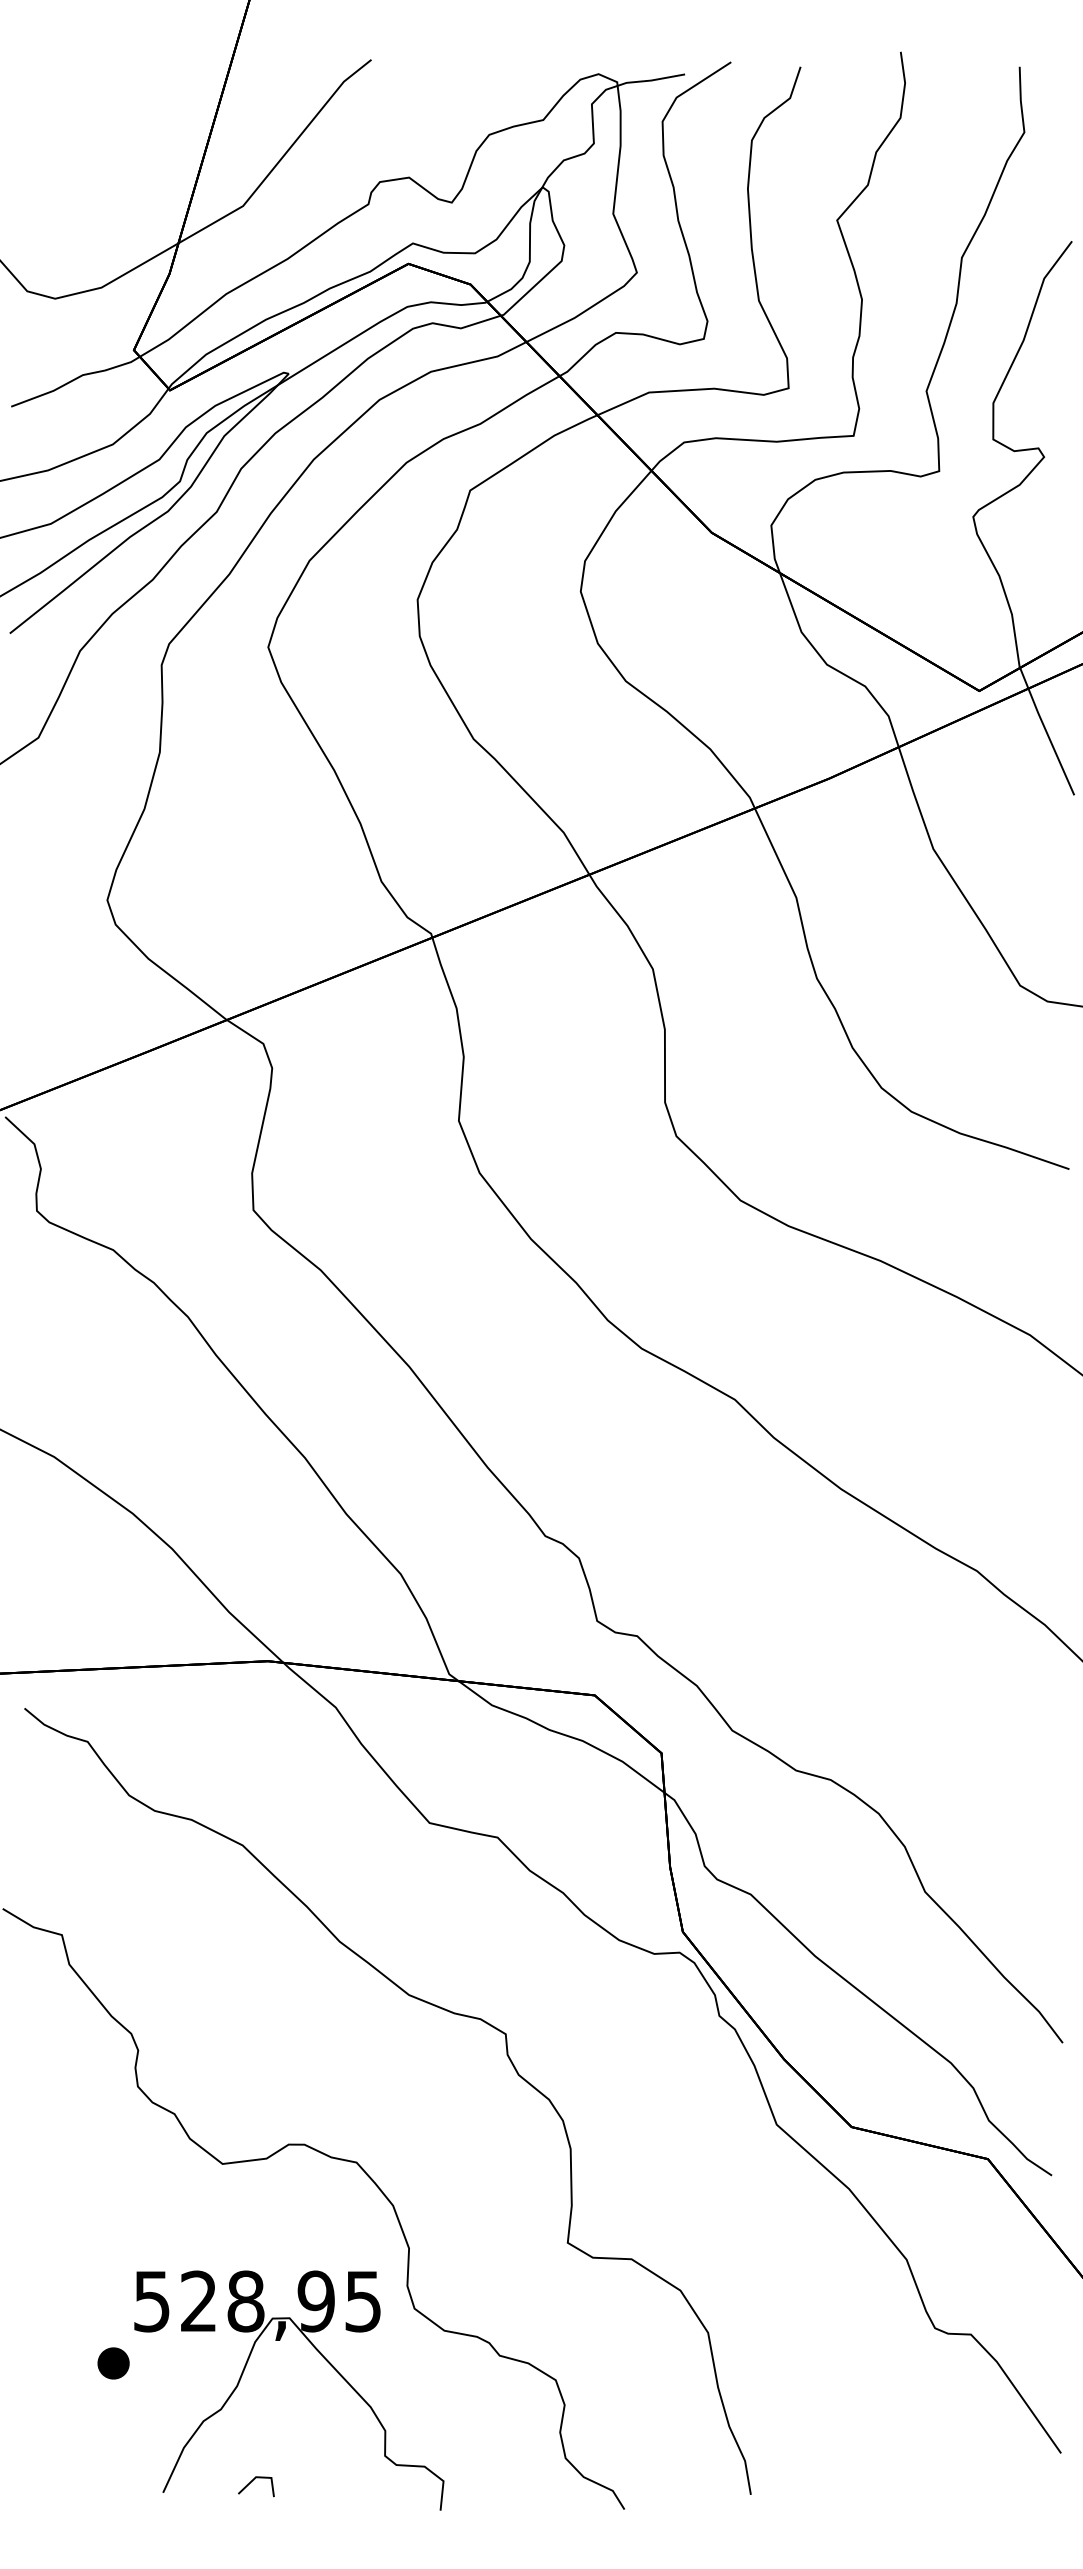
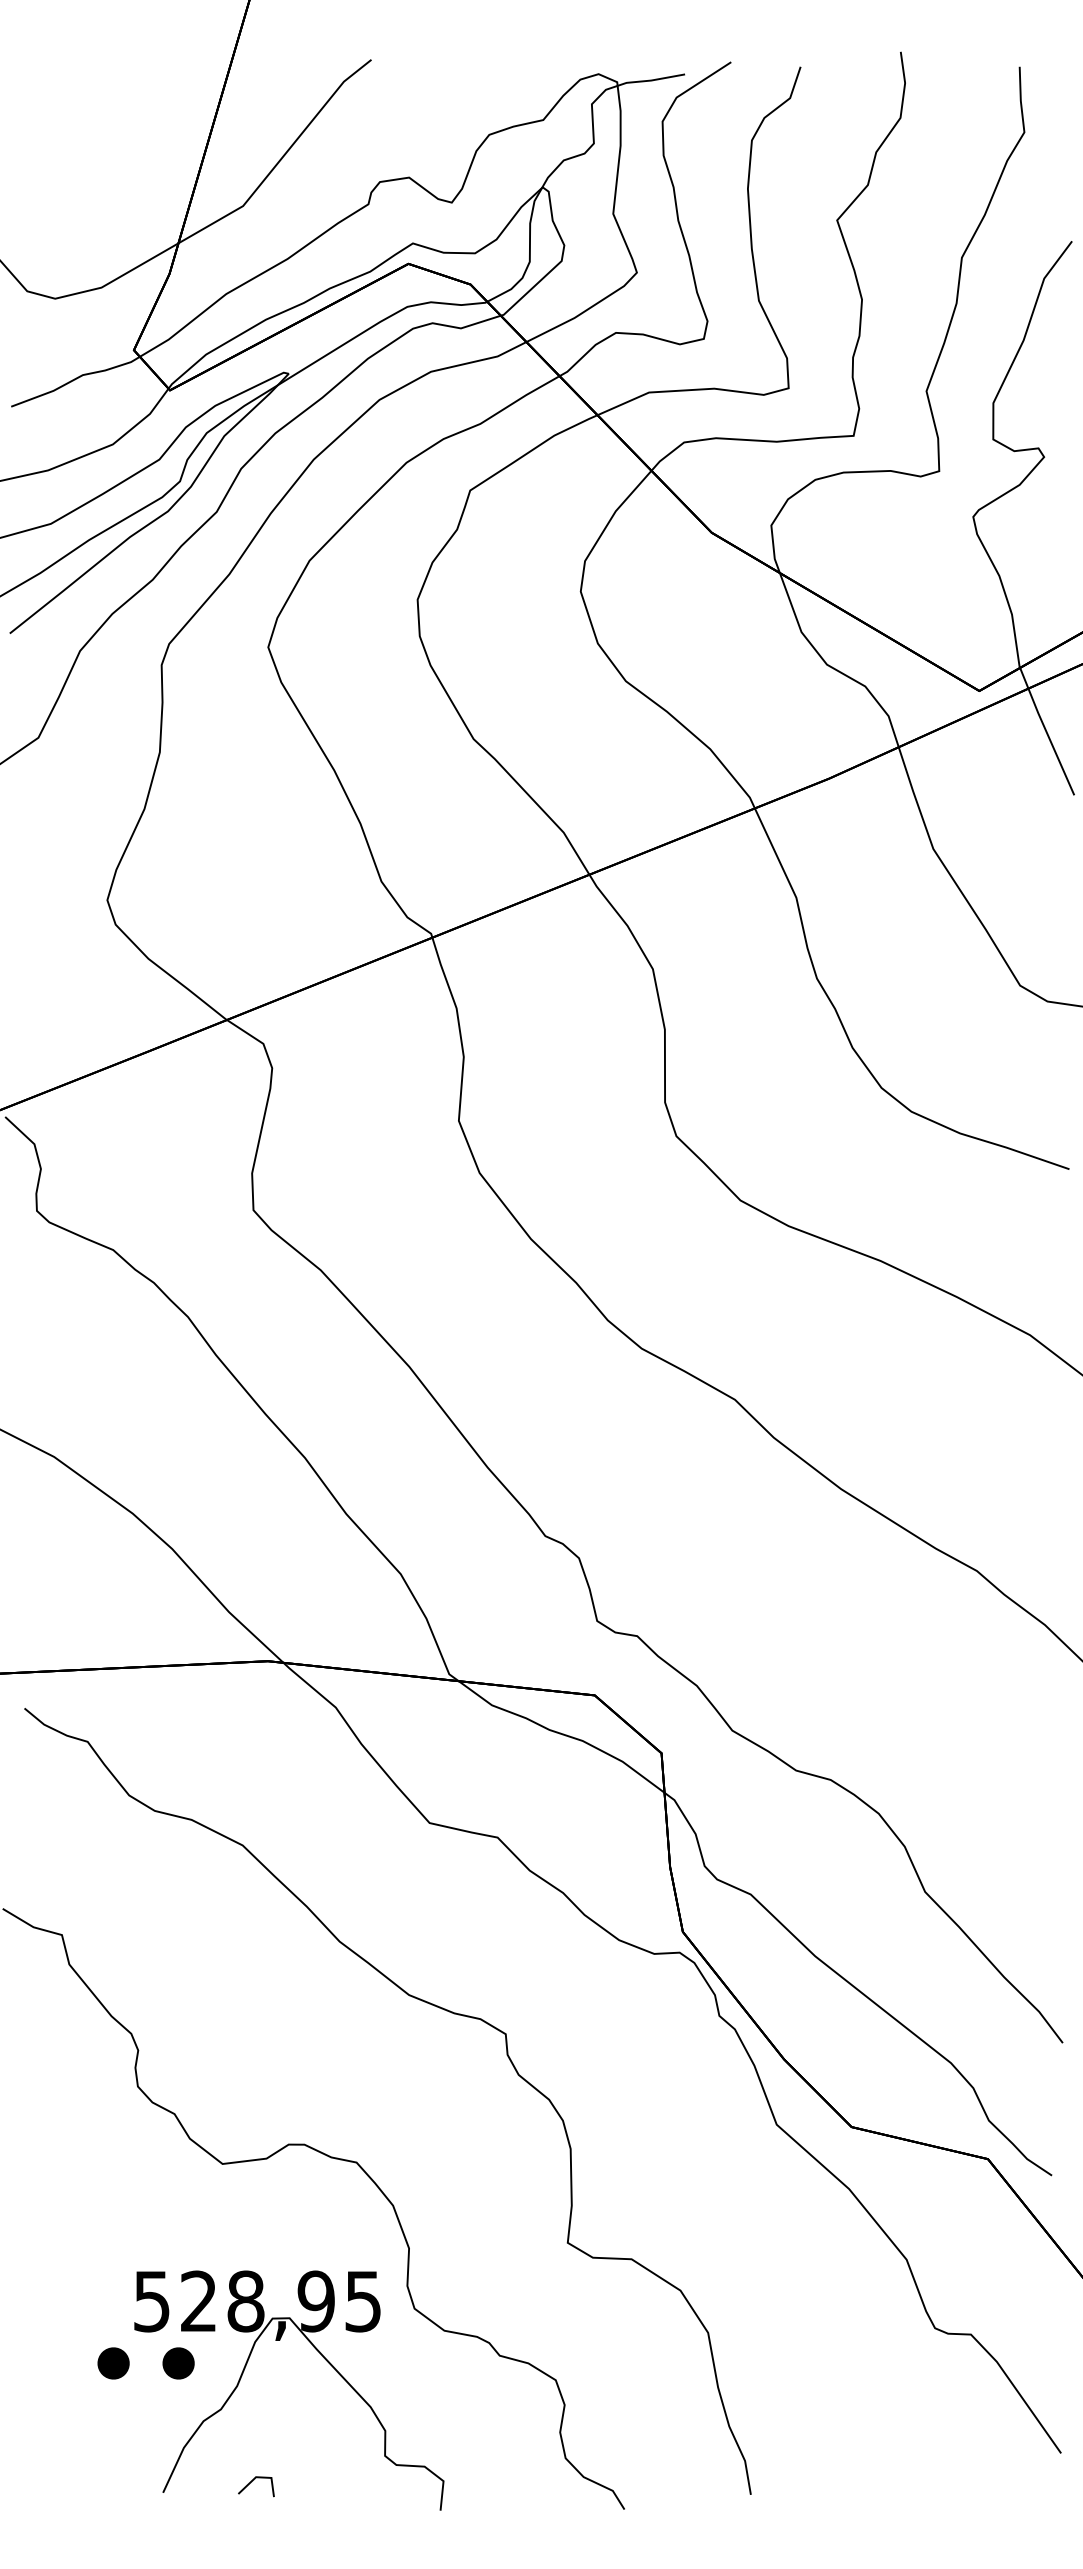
part at (178, 2363): none -> present
